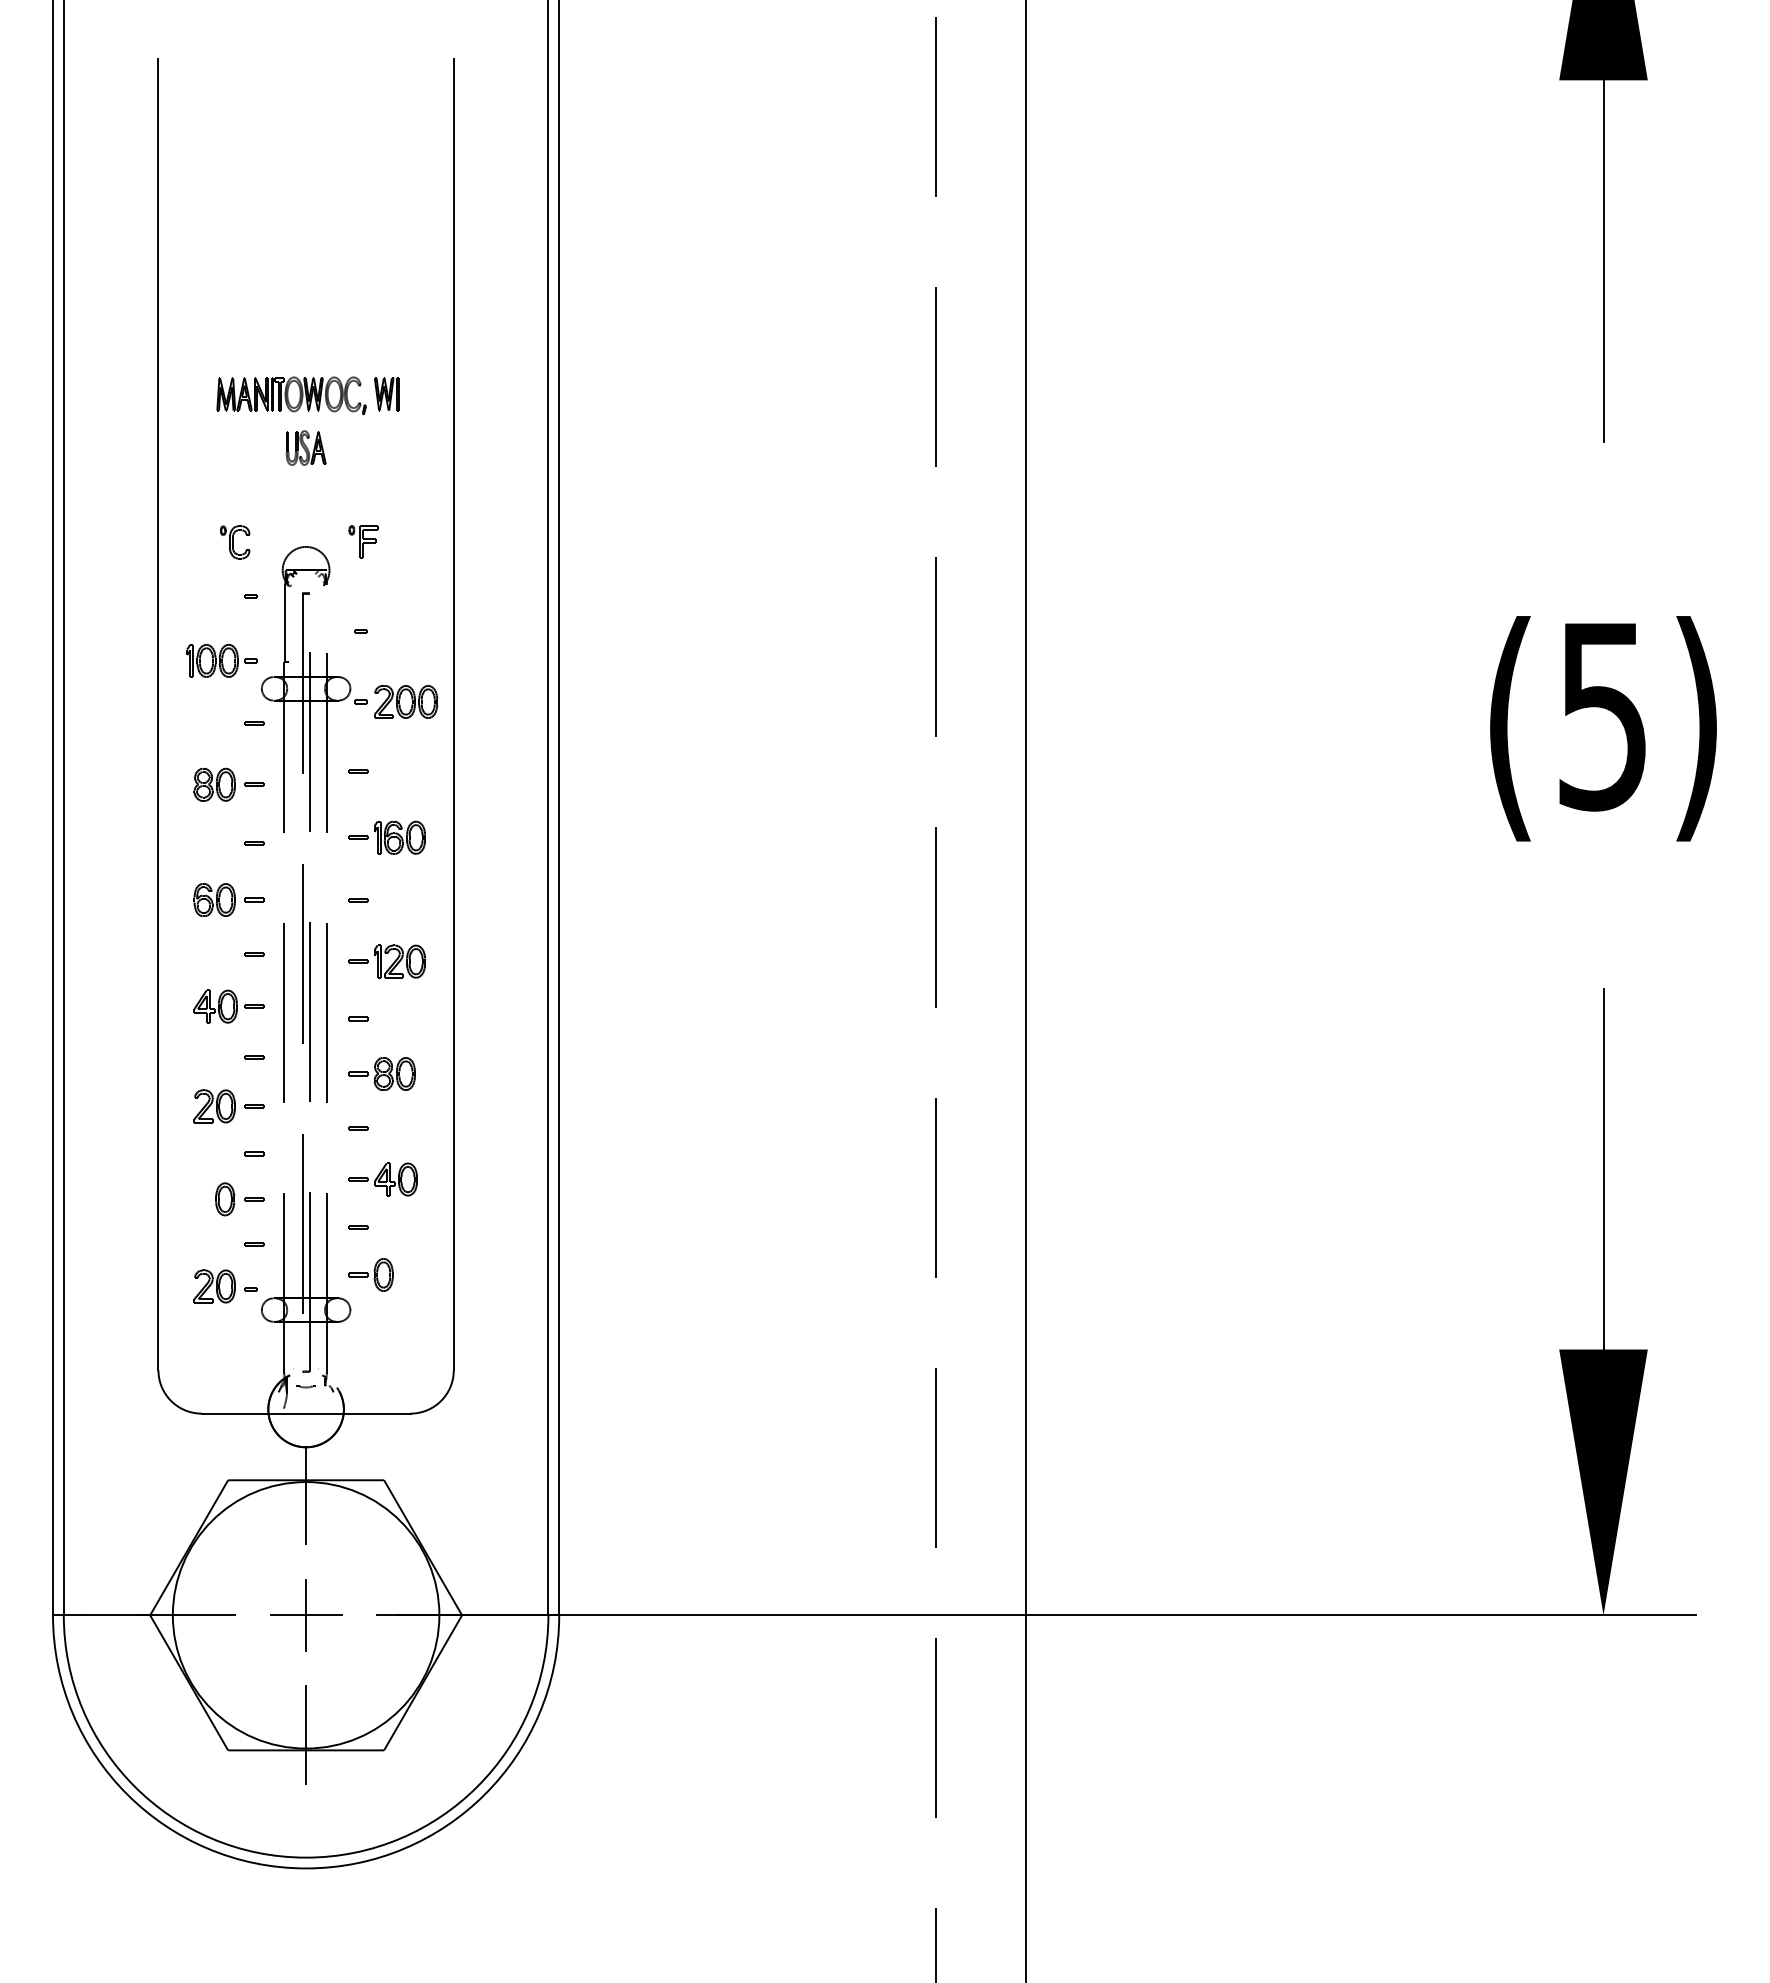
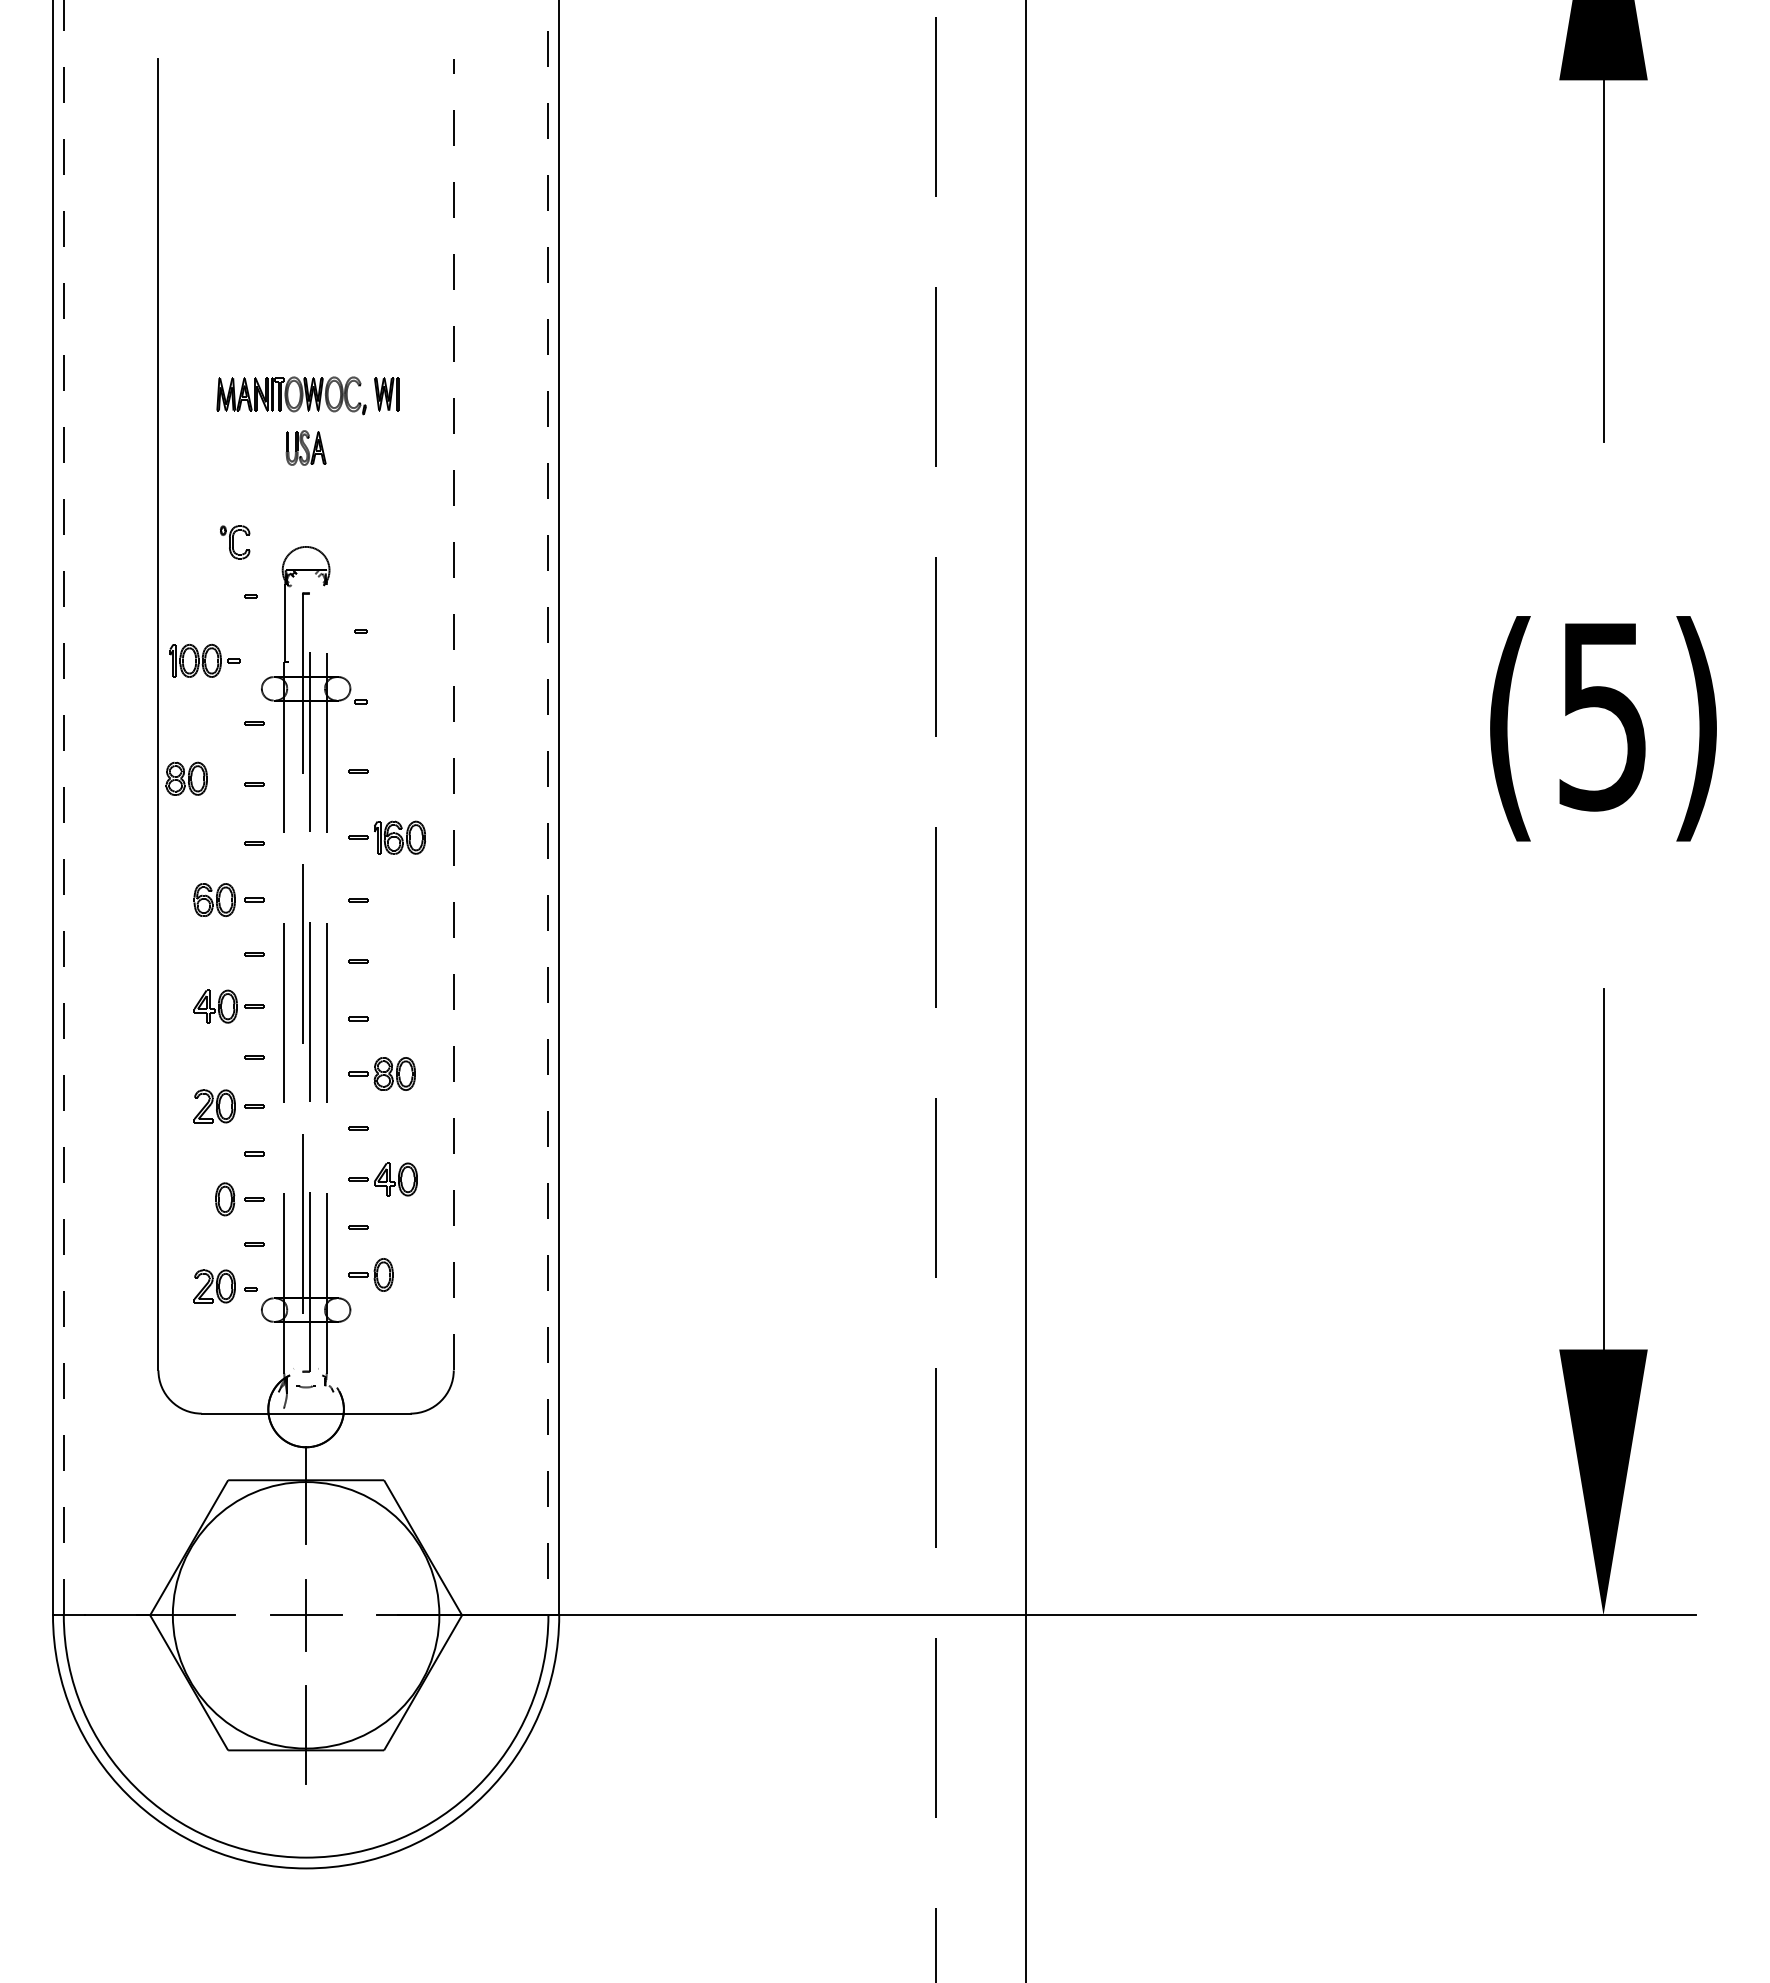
part at (363, 541): present -> none
part at (221, 660) position: (221, 660) -> (204, 660)
part at (406, 701): present -> none
line at (453, 714): solid -> dashed
part at (214, 784) position: (214, 784) -> (186, 778)
line at (63, 807): solid -> dashed
line at (548, 808): solid -> dashed
part at (399, 961): present -> none
